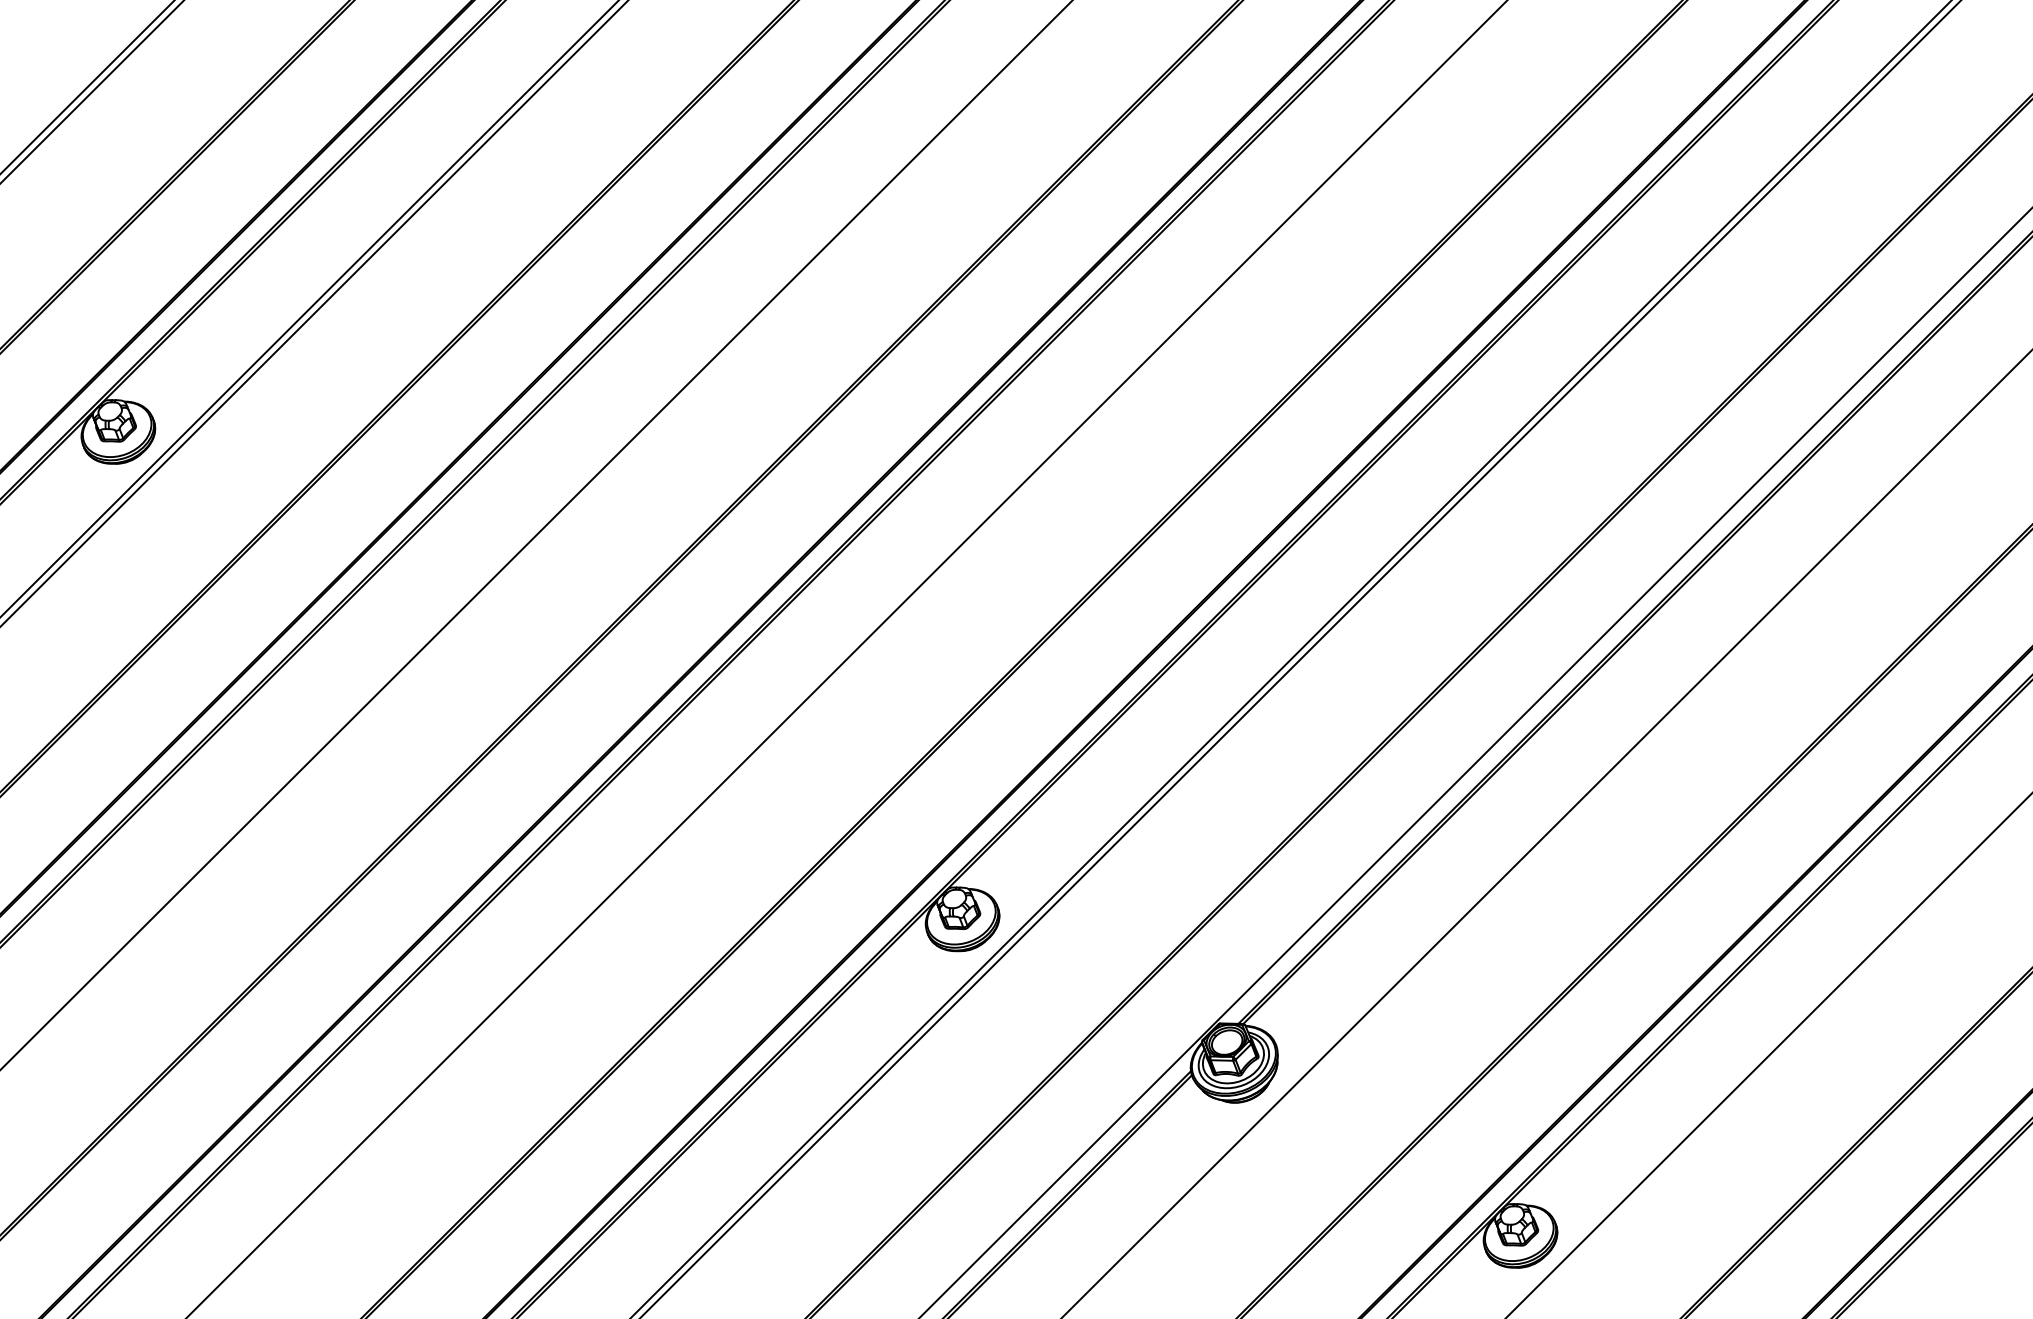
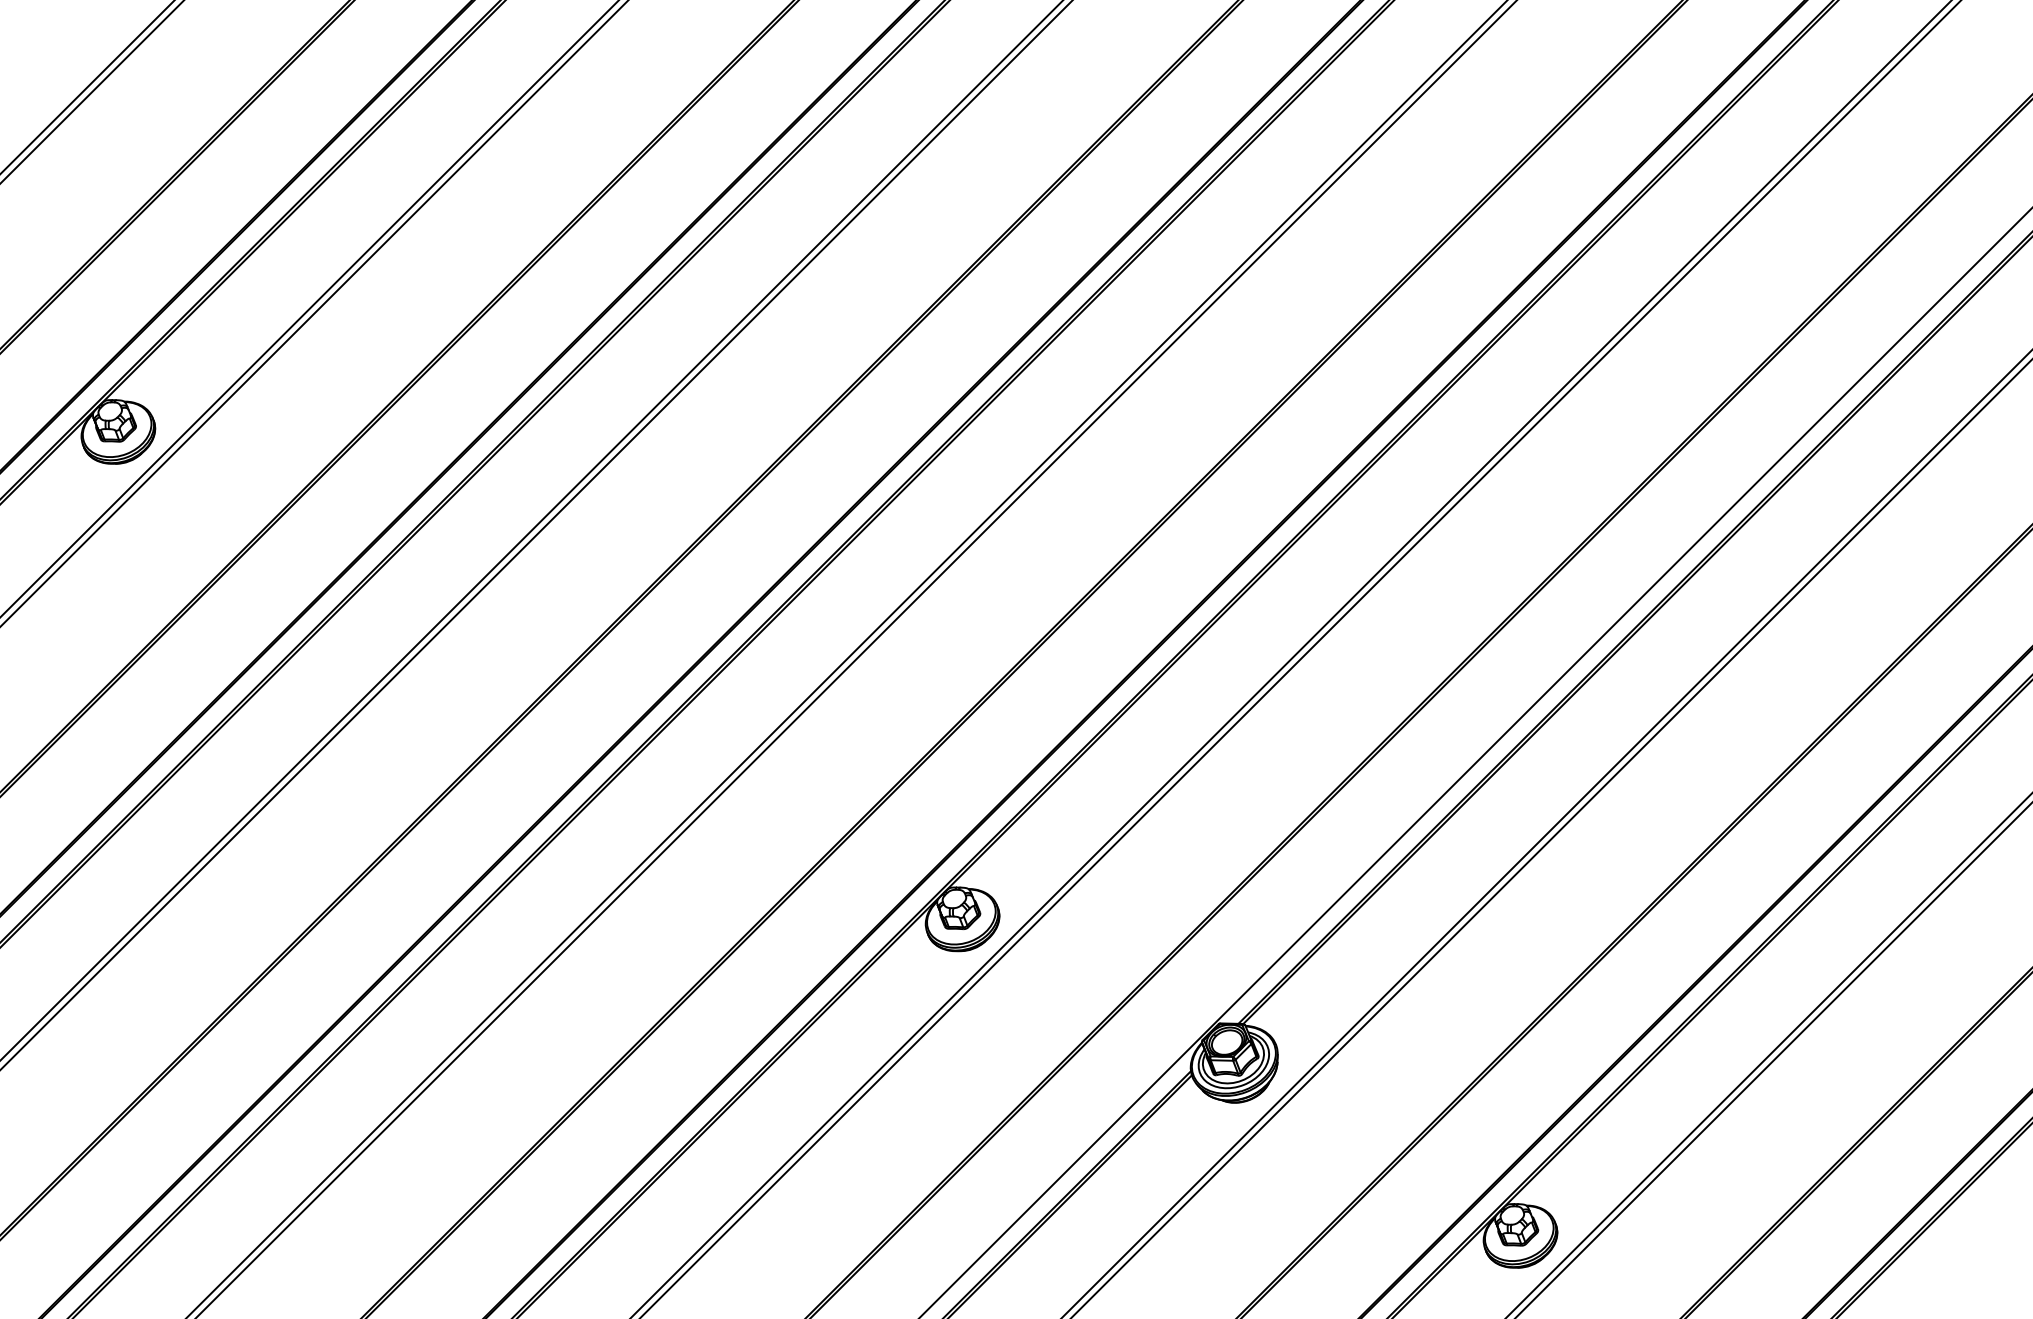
line at (531, 530): none -> present
line at (856, 658): none -> present
line at (1551, 838): none -> present
line at (1773, 1059): none -> present
